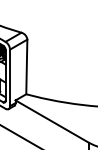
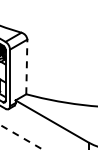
line at (26, 67): solid -> dashed
line at (21, 137): solid -> dashed
